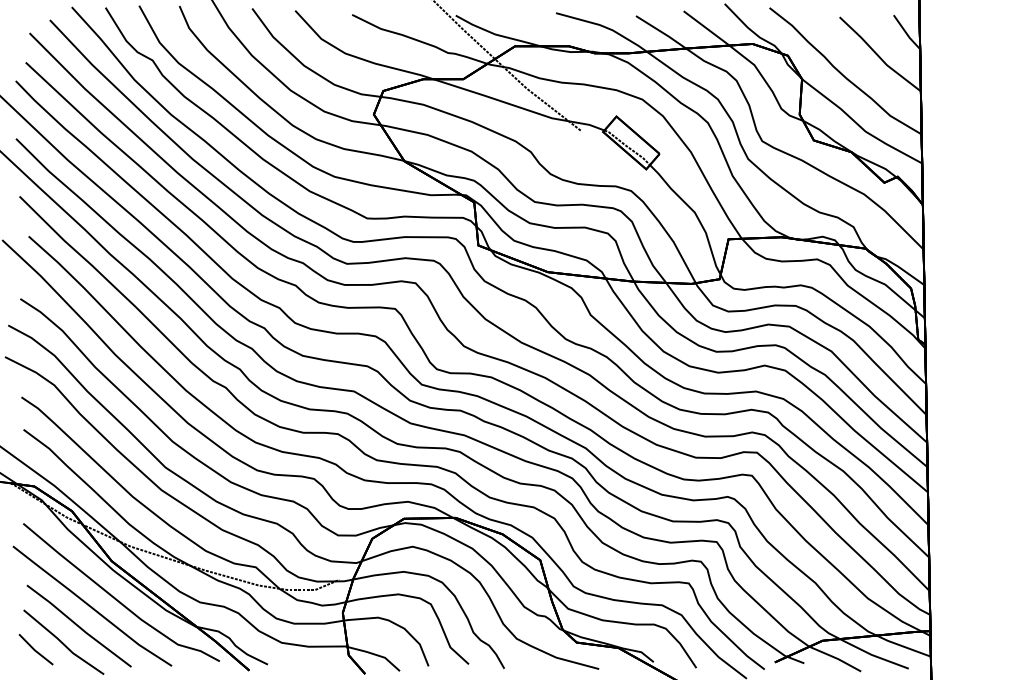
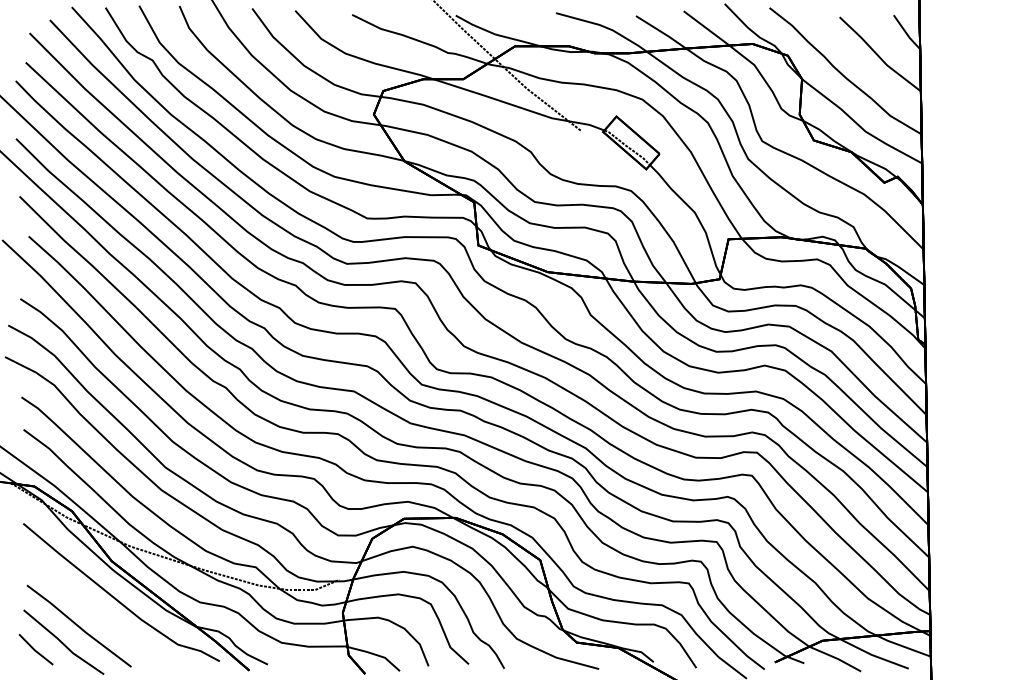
line at (91, 606): present -> none
